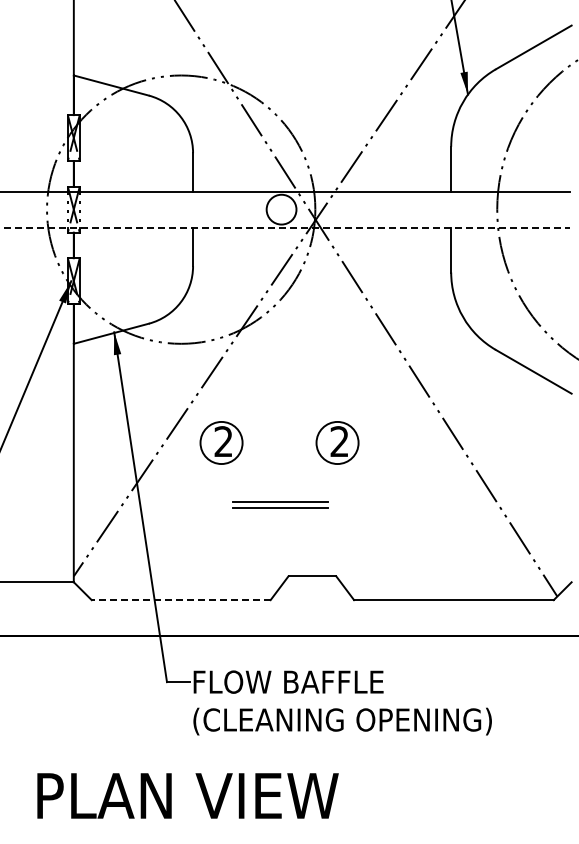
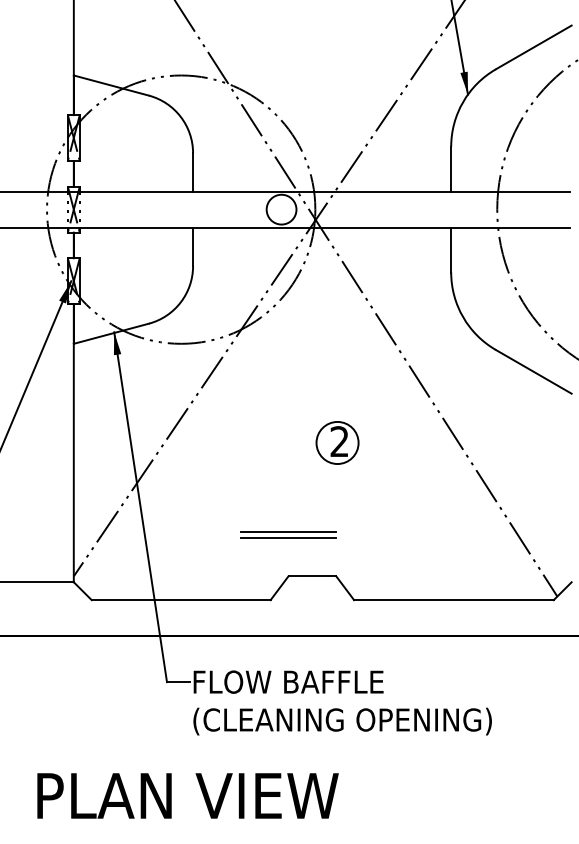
line at (285, 227): dashed -> solid
part at (221, 442): present -> none
part at (280, 504) position: (280, 504) -> (288, 534)
line at (180, 600): dashed -> solid
